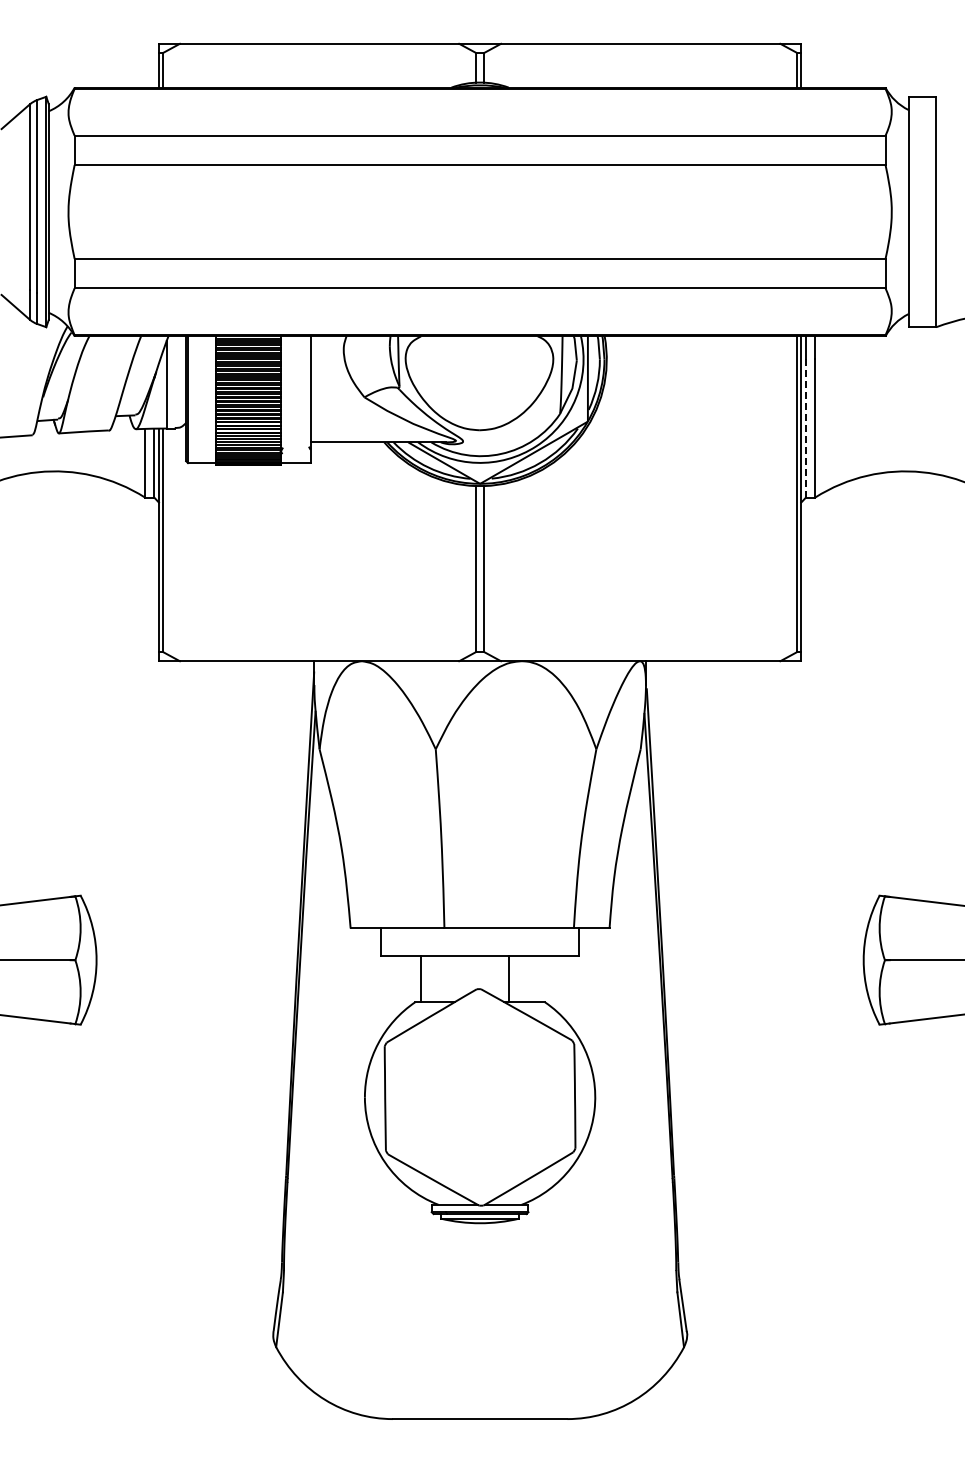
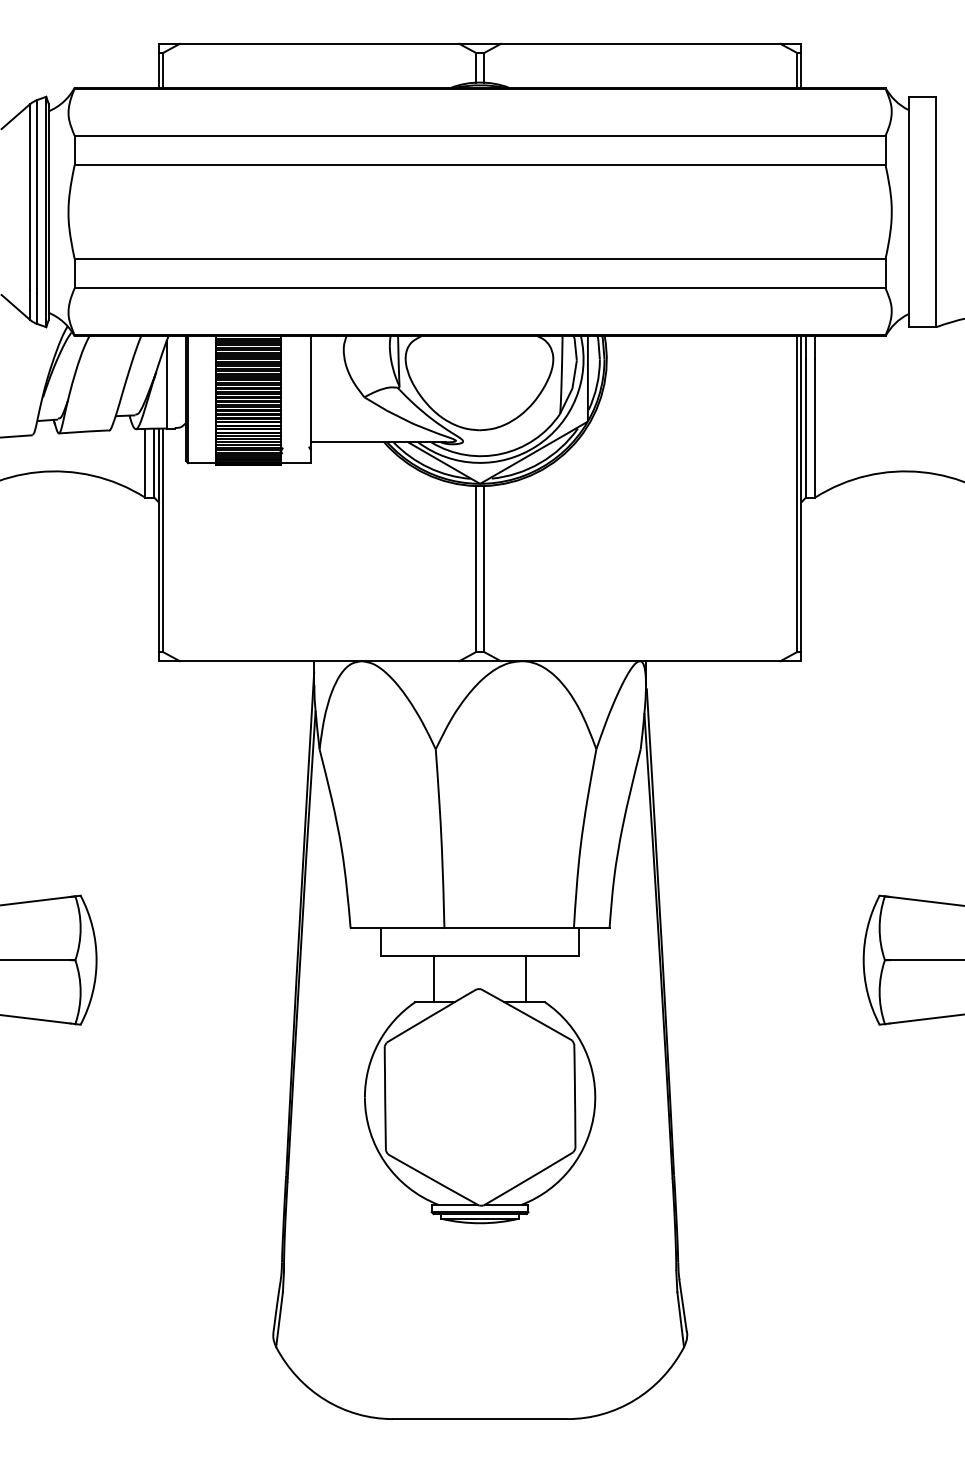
line at (805, 429): dashed -> solid
line at (421, 979) position: (421, 979) -> (434, 979)
line at (509, 979) position: (509, 979) -> (526, 979)
